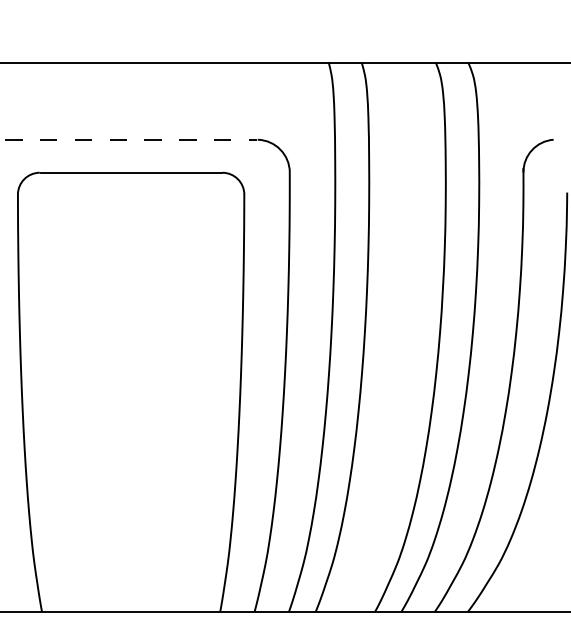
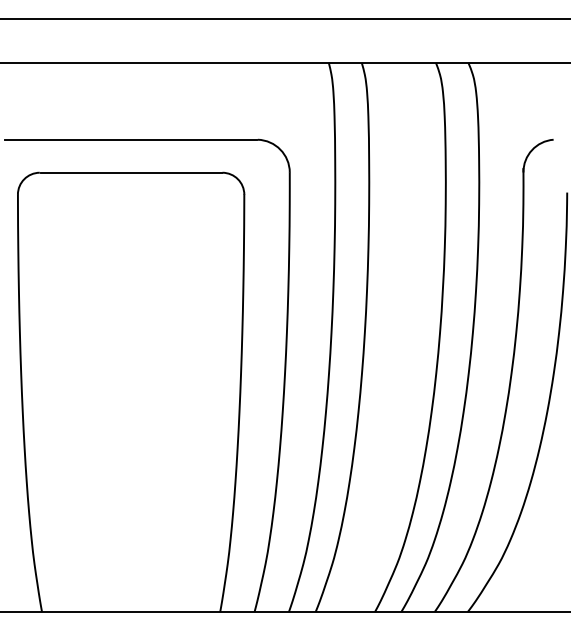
line at (284, 18): none -> present
line at (131, 139): dashed -> solid
